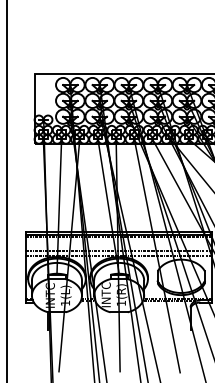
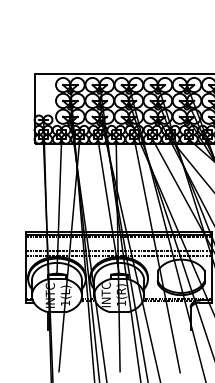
line at (7, 190): present -> none
